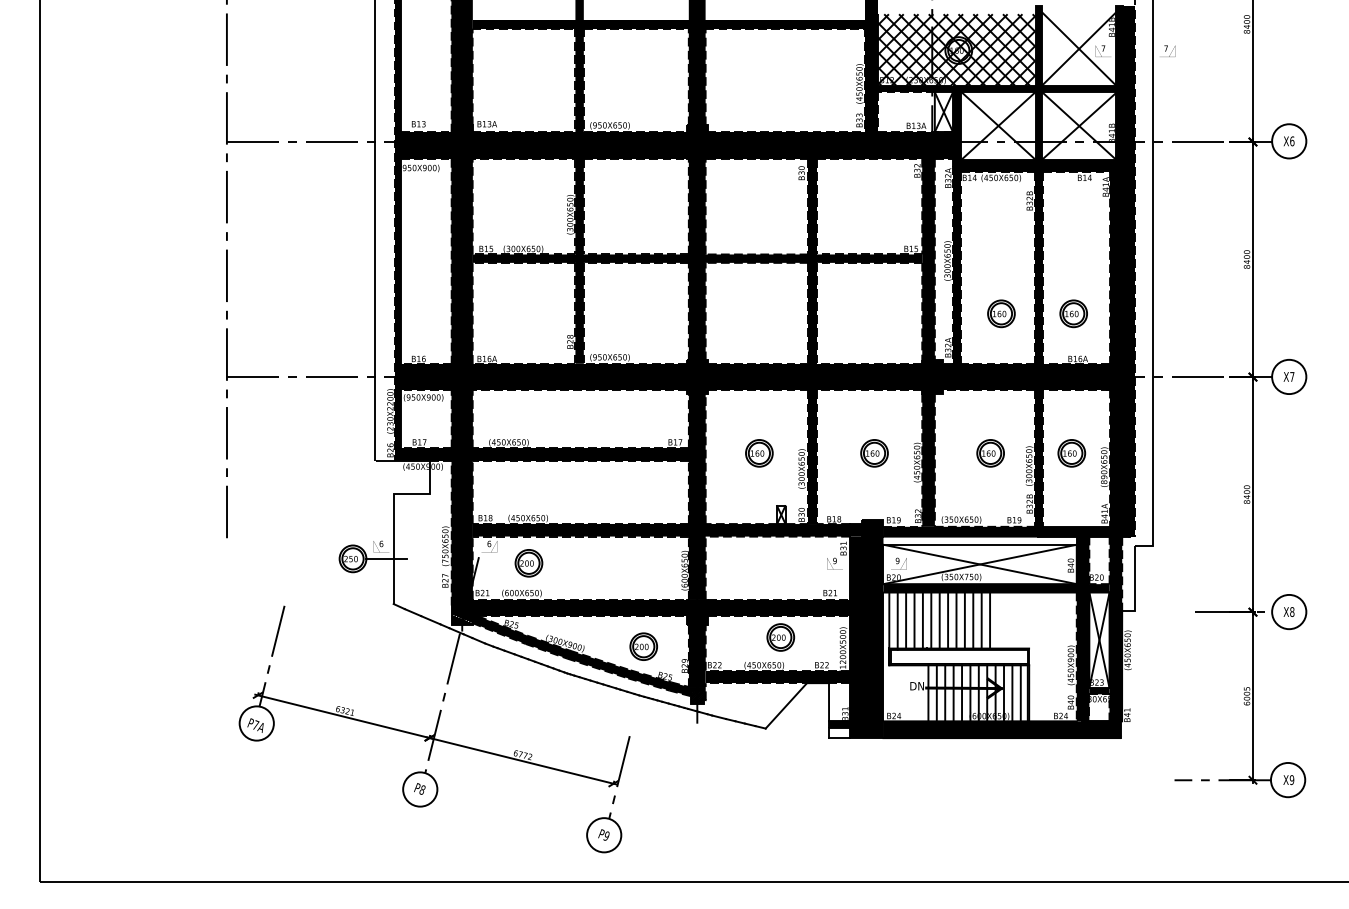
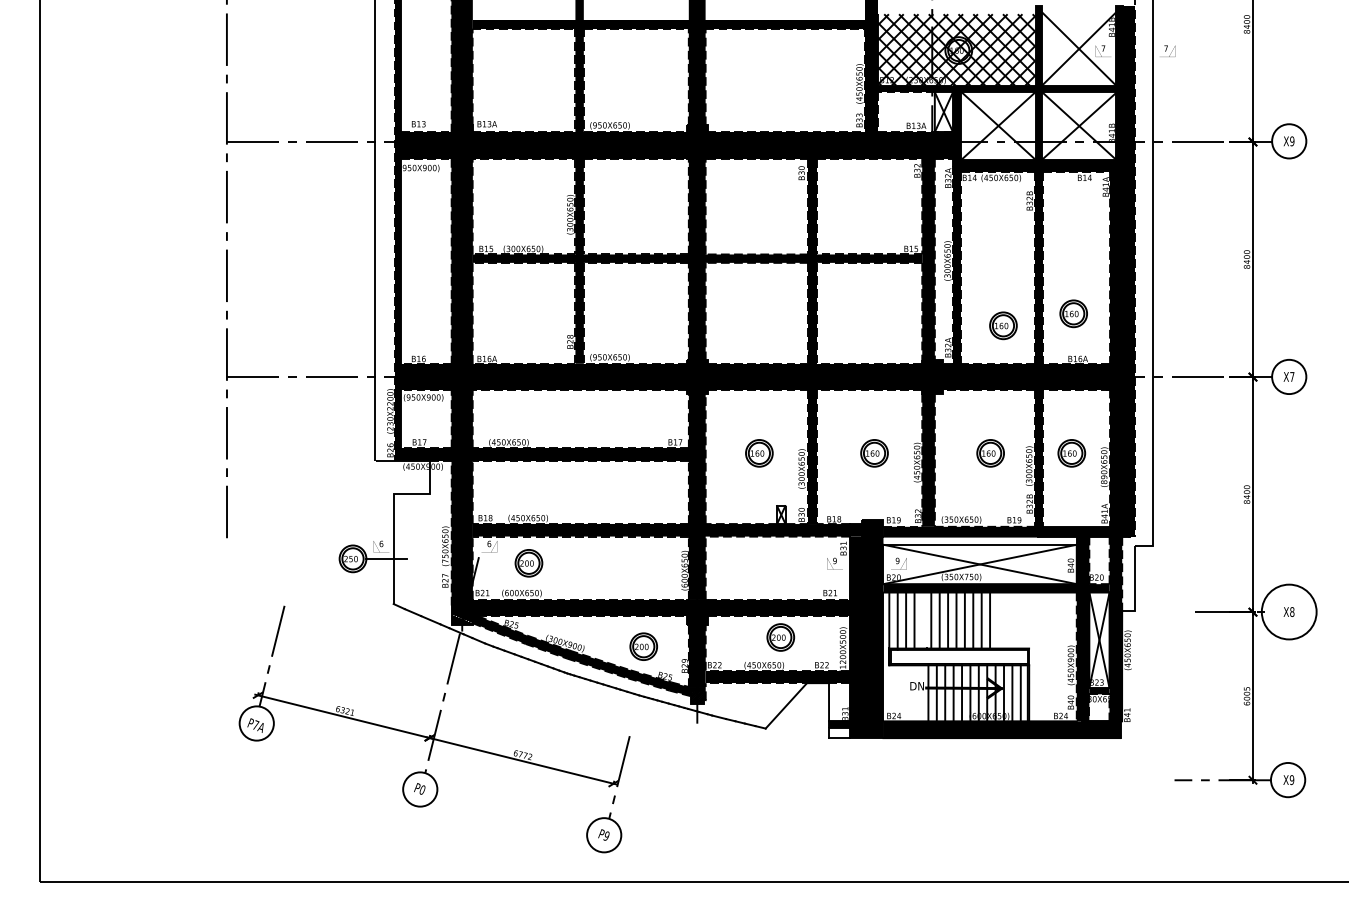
text at (1292, 141): X6 -> X9
part at (1001, 313) position: (1001, 313) -> (1003, 325)
circle at (1289, 611) diameter: 34 px -> 55 px
line at (922, 620): present -> none
text at (422, 789): P8 -> P0
